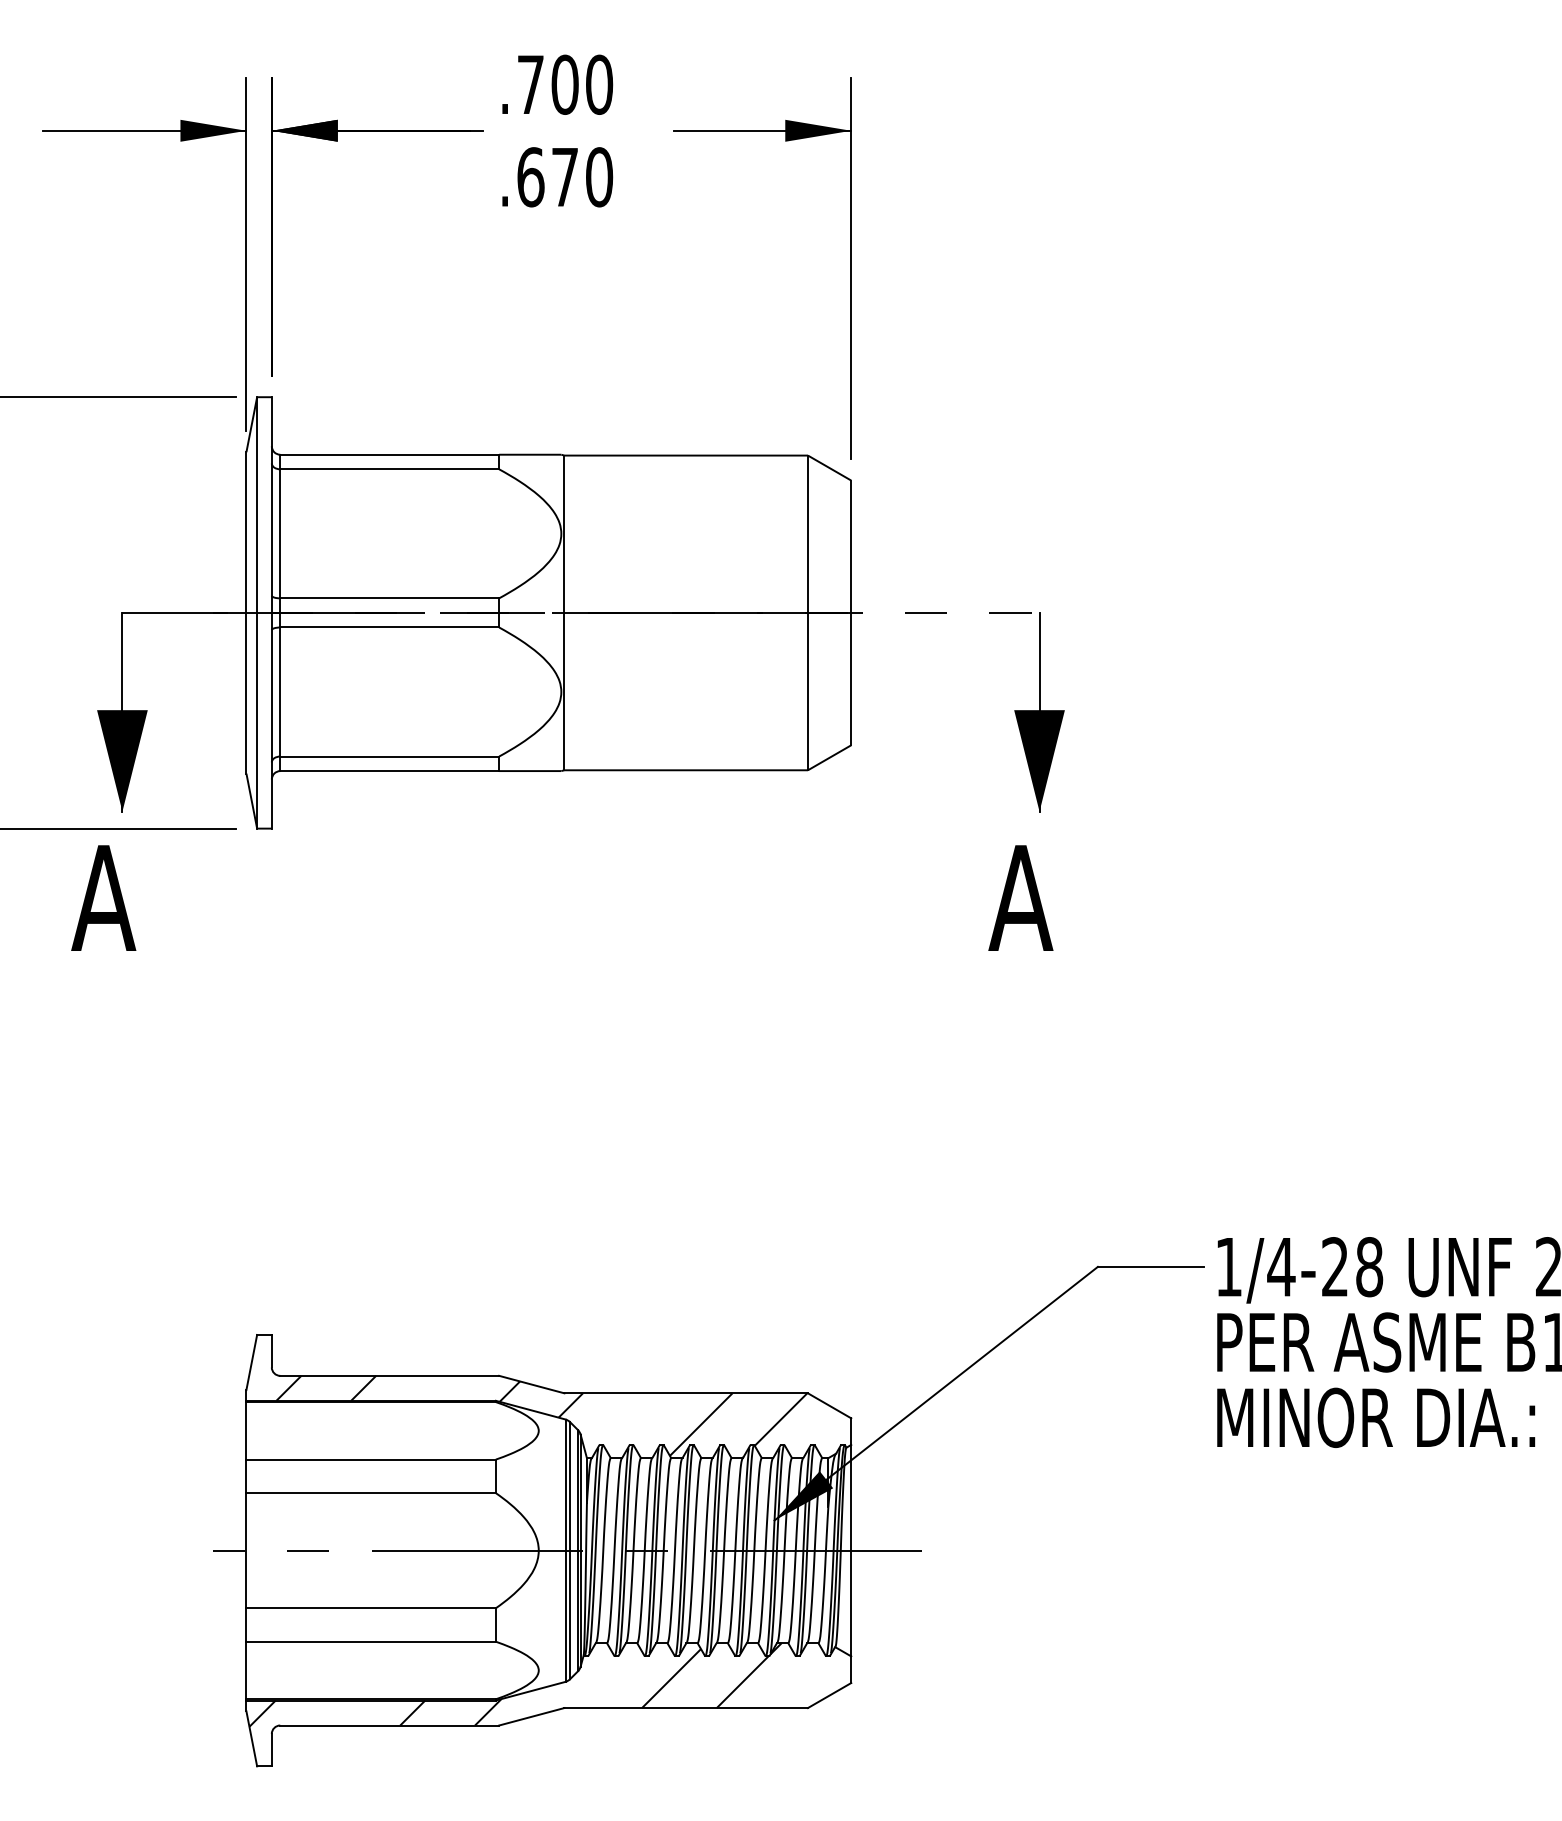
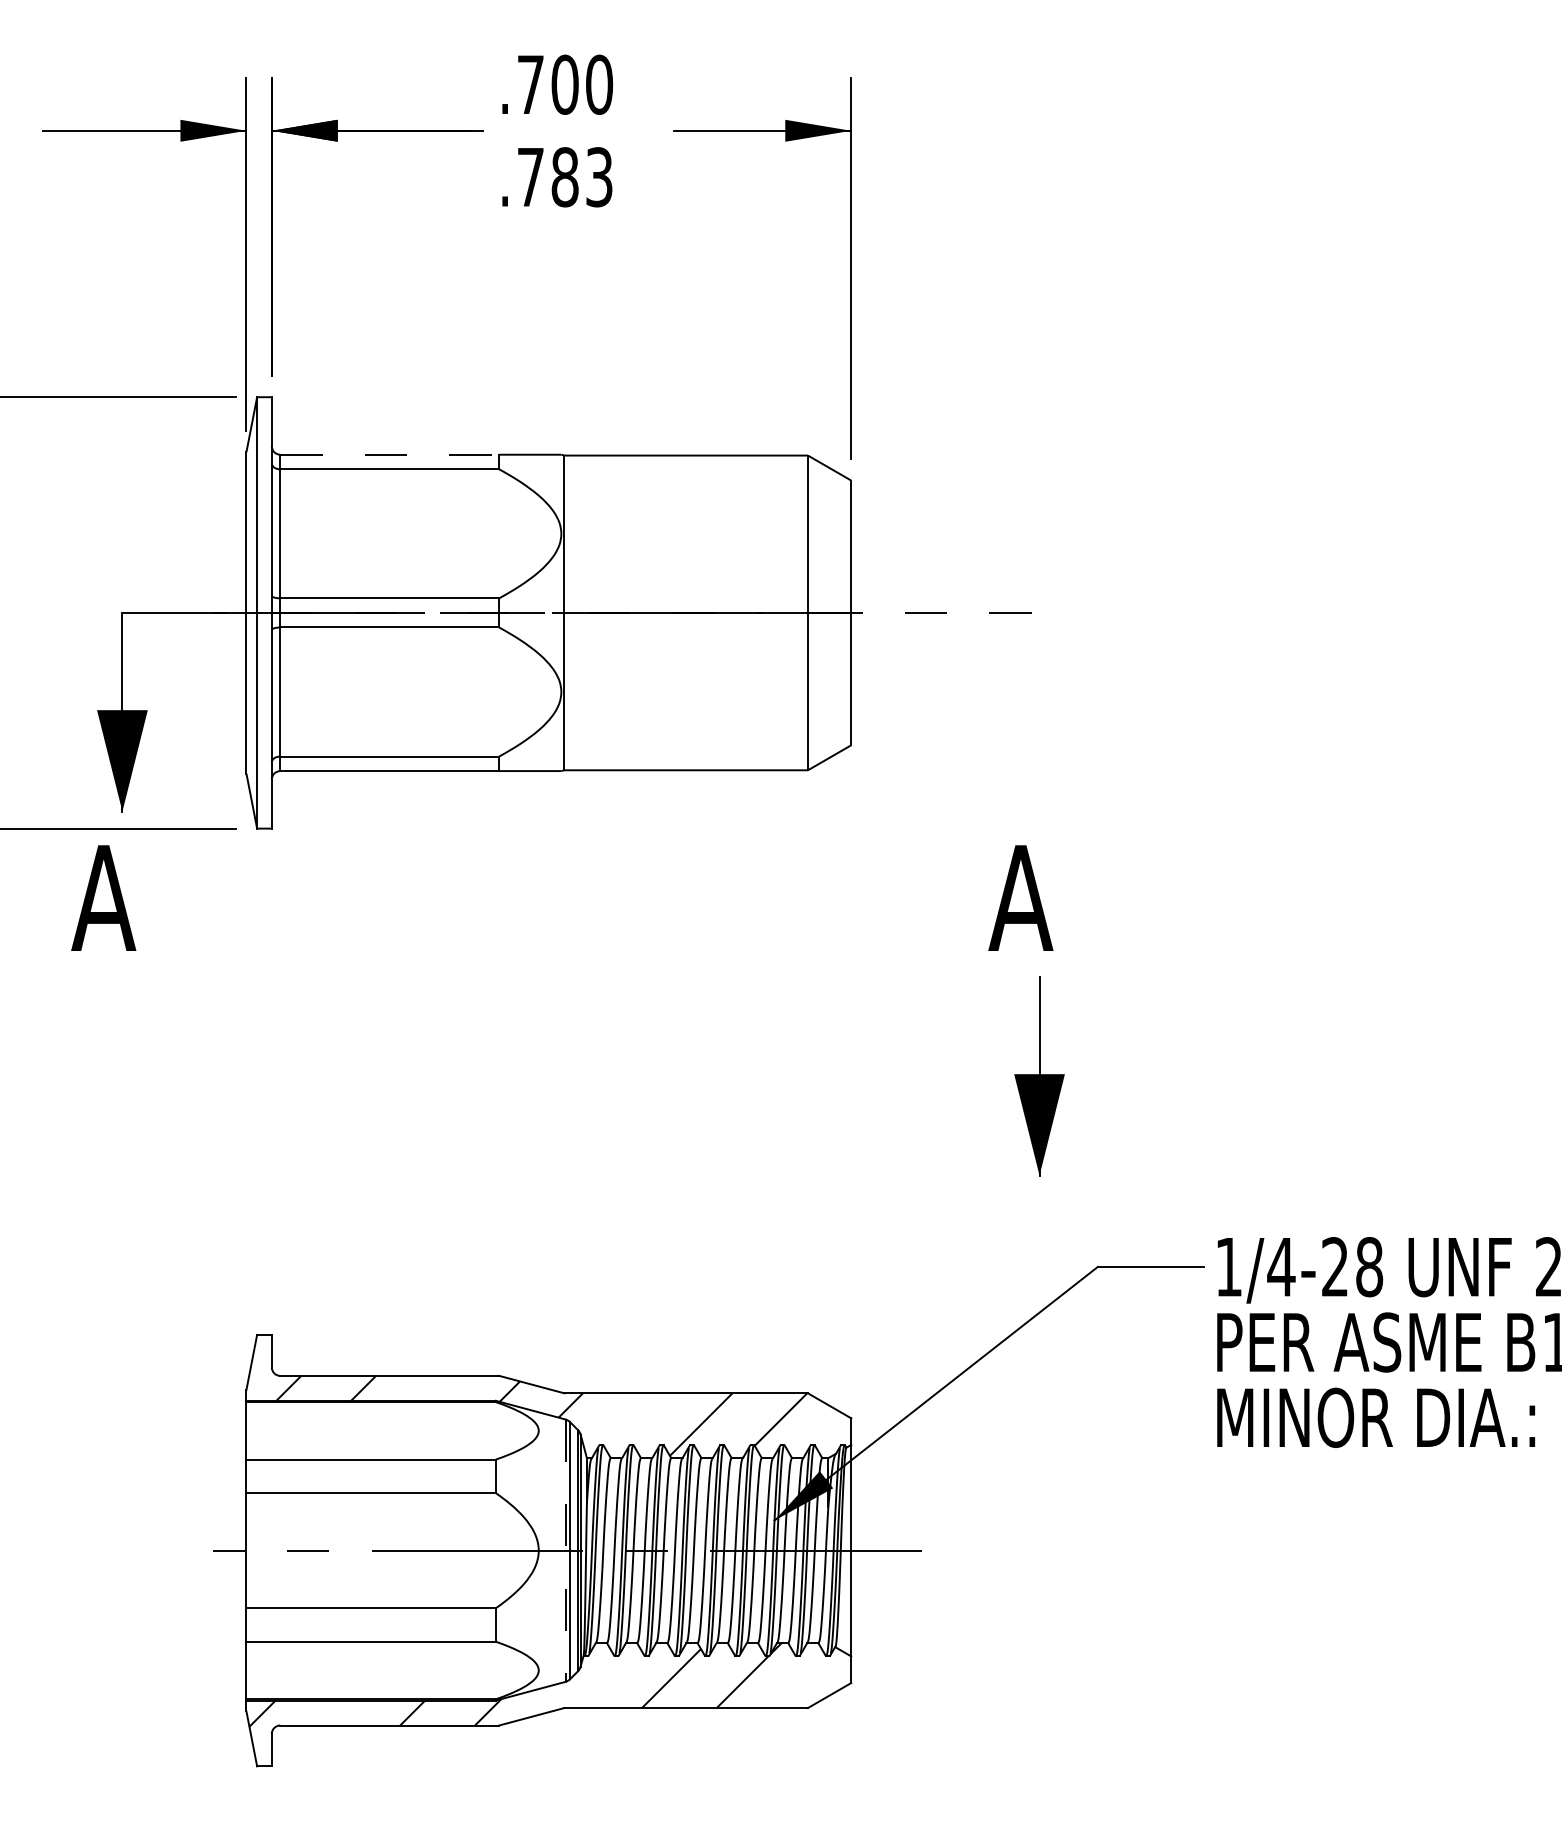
text at (565, 177): .670 -> .783
line at (390, 454): solid -> dashed
part at (1039, 712) position: (1039, 712) -> (1039, 1076)
line at (565, 1551): solid -> dashed
